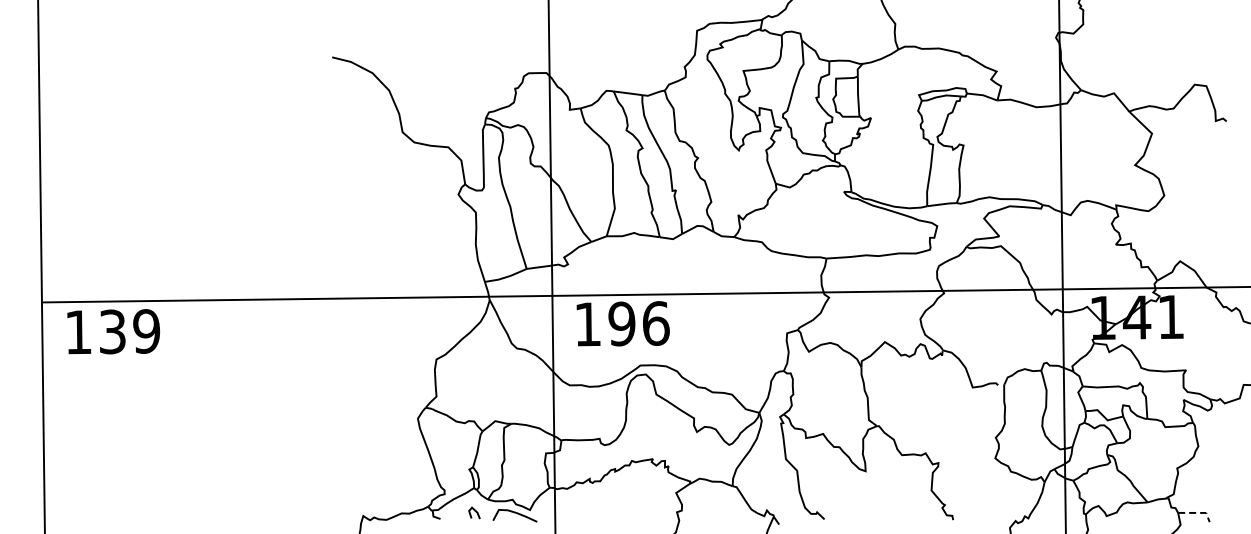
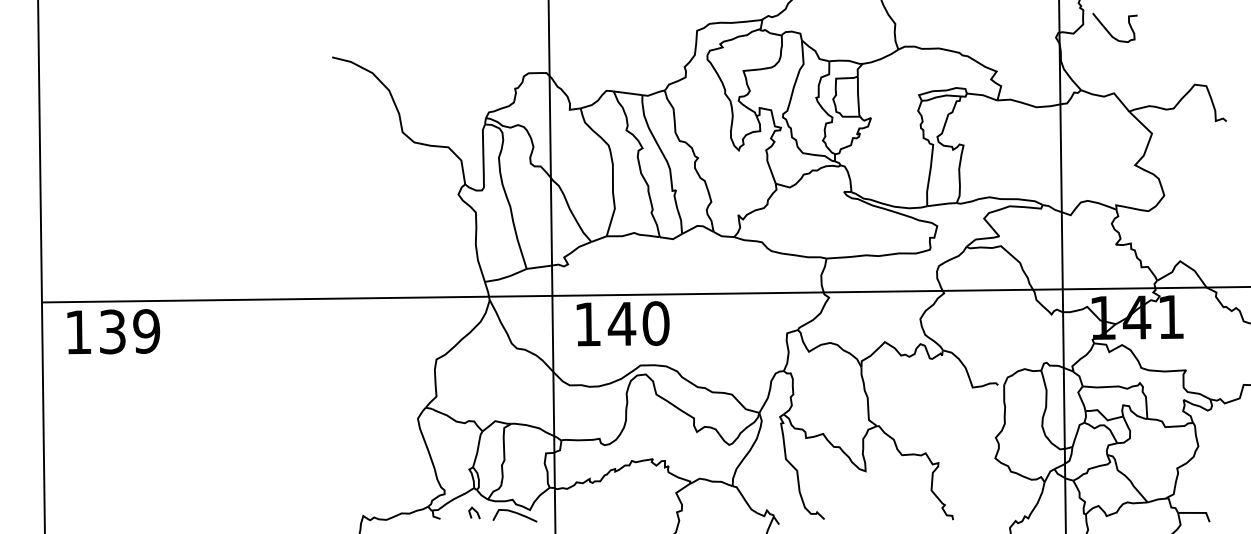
curve at (1109, 31): none -> present
text at (638, 323): 196 -> 140
line at (1197, 512): dashed -> solid
